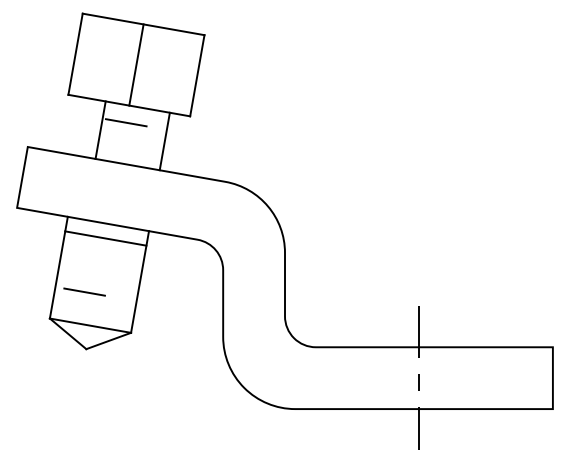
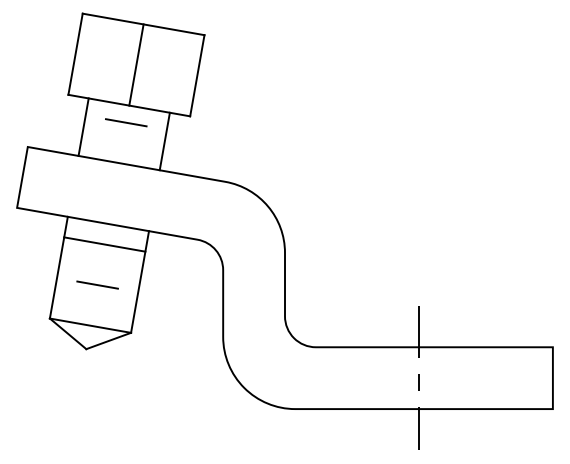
line at (100, 129) position: (100, 129) -> (83, 126)
line at (105, 238) position: (105, 238) -> (104, 244)
line at (84, 291) position: (84, 291) -> (97, 284)
